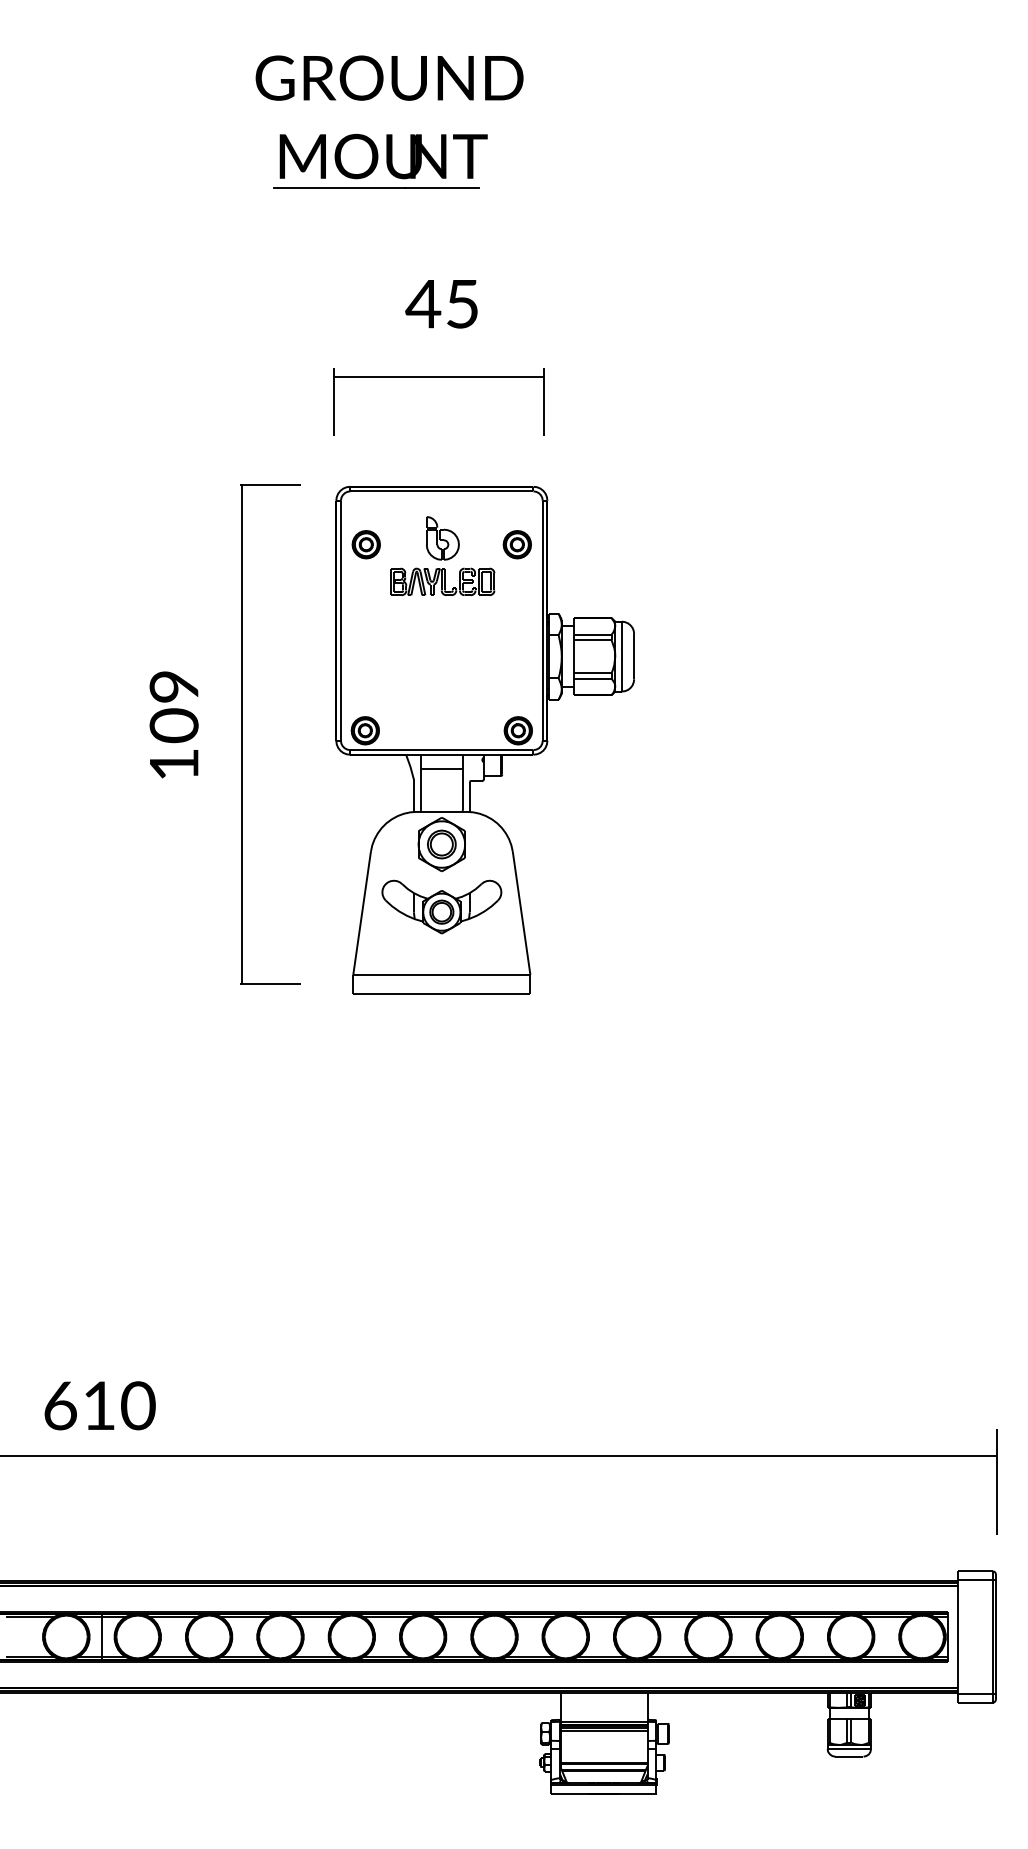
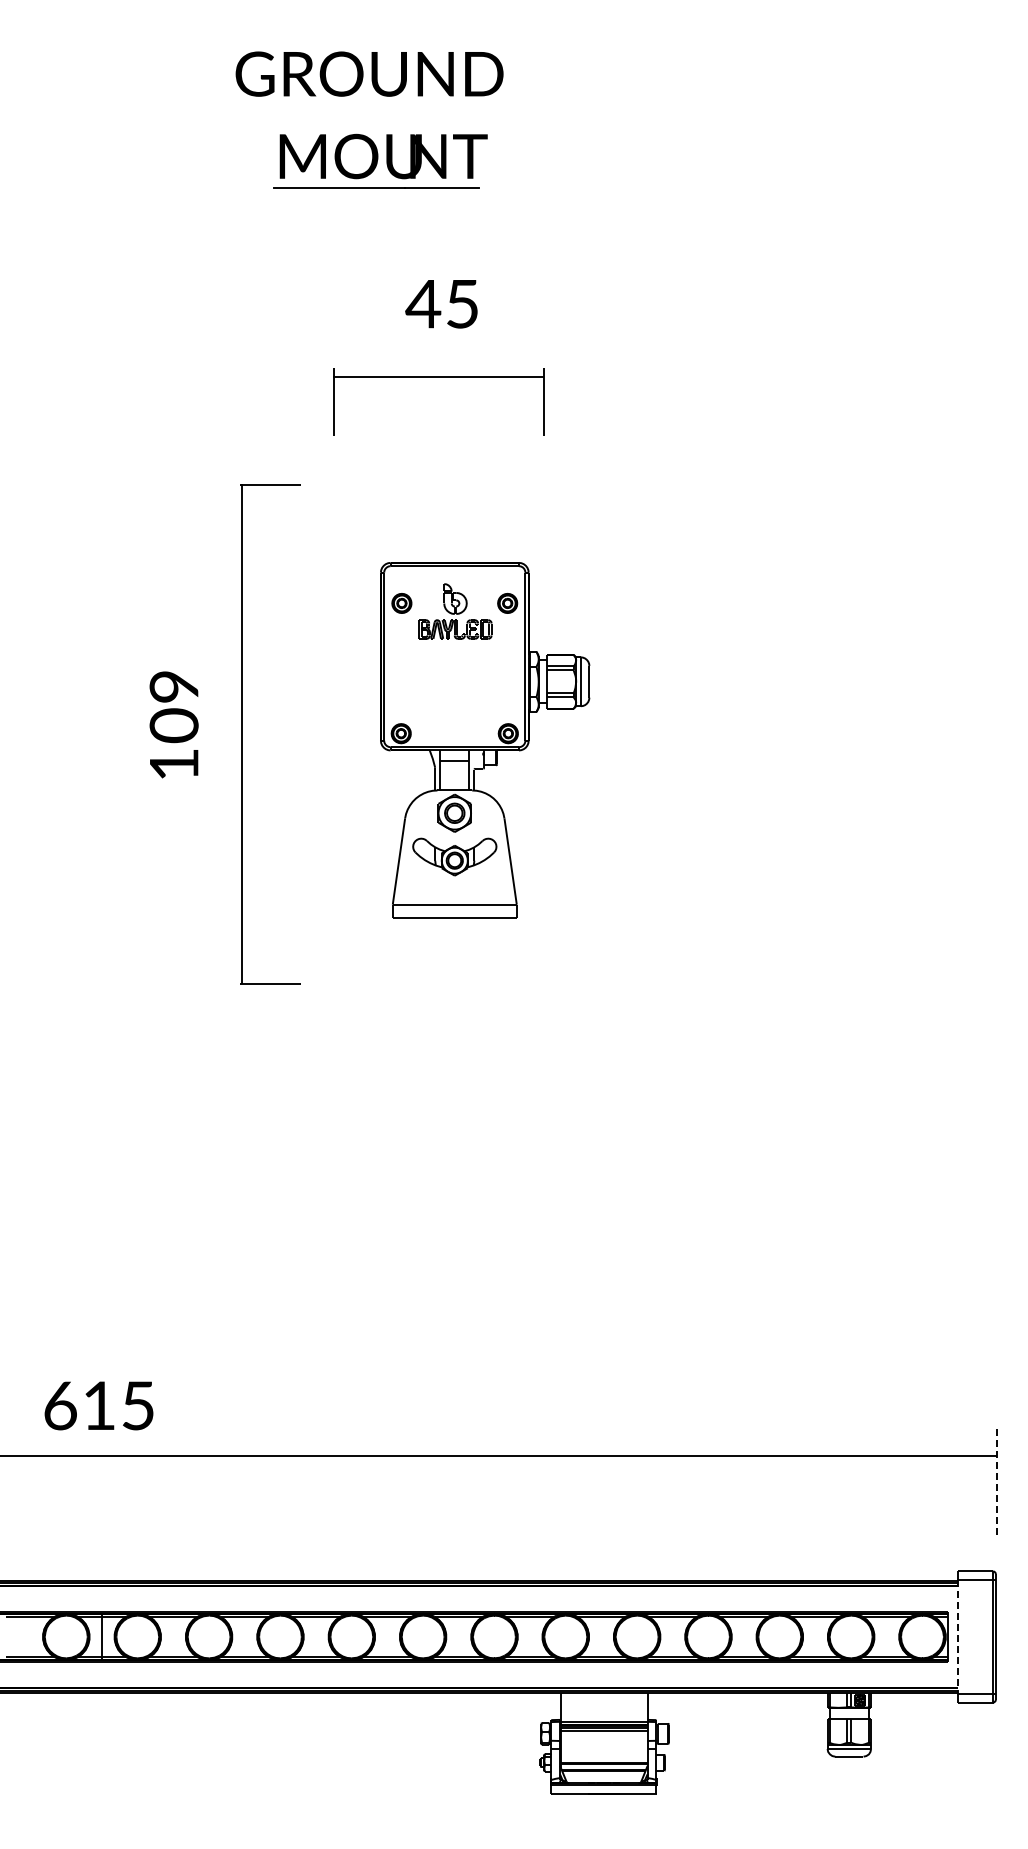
text at (389, 77) position: (389, 77) -> (369, 73)
part at (484, 740) size: 300x509 px -> 211x357 px
text at (138, 1405): 610 -> 615
line at (997, 1482): solid -> dashed
line at (958, 1637): solid -> dashed
